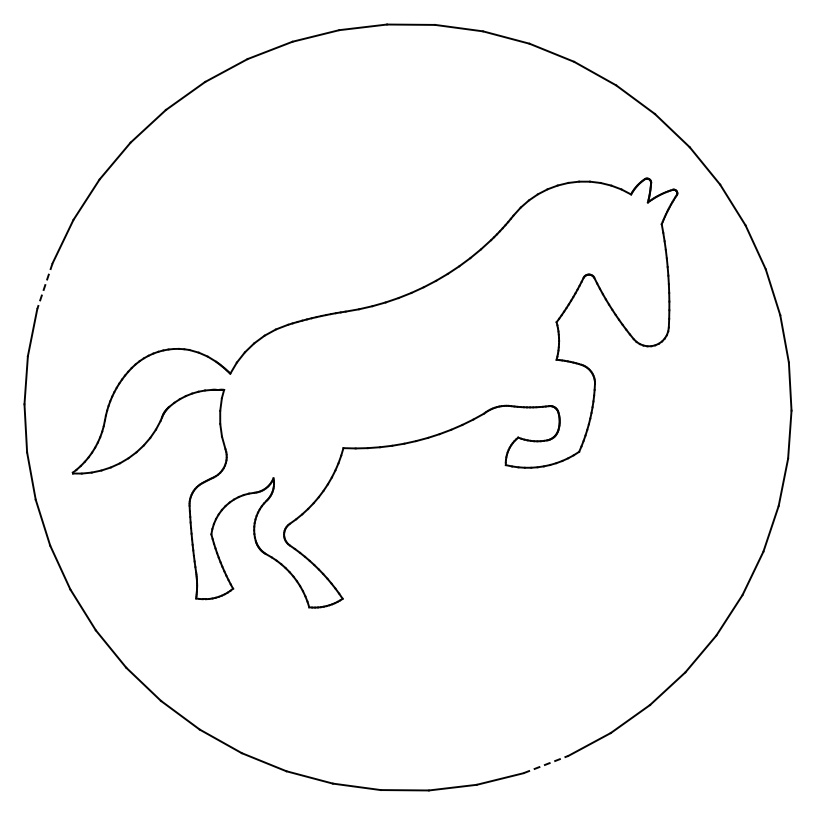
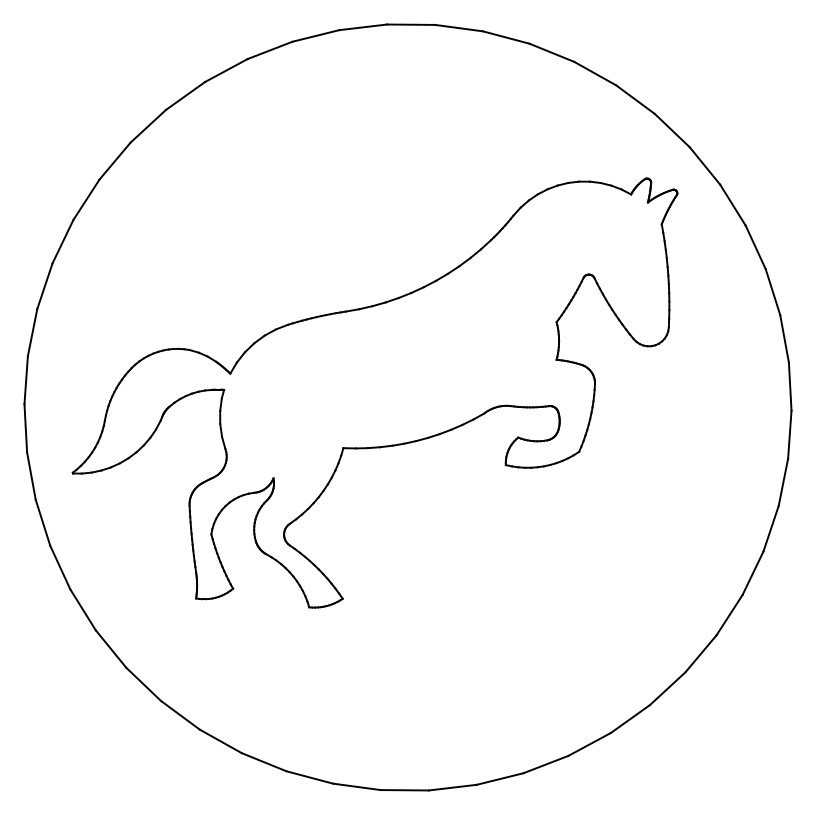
line at (44, 286): dashed -> solid
line at (546, 764): dashed -> solid
